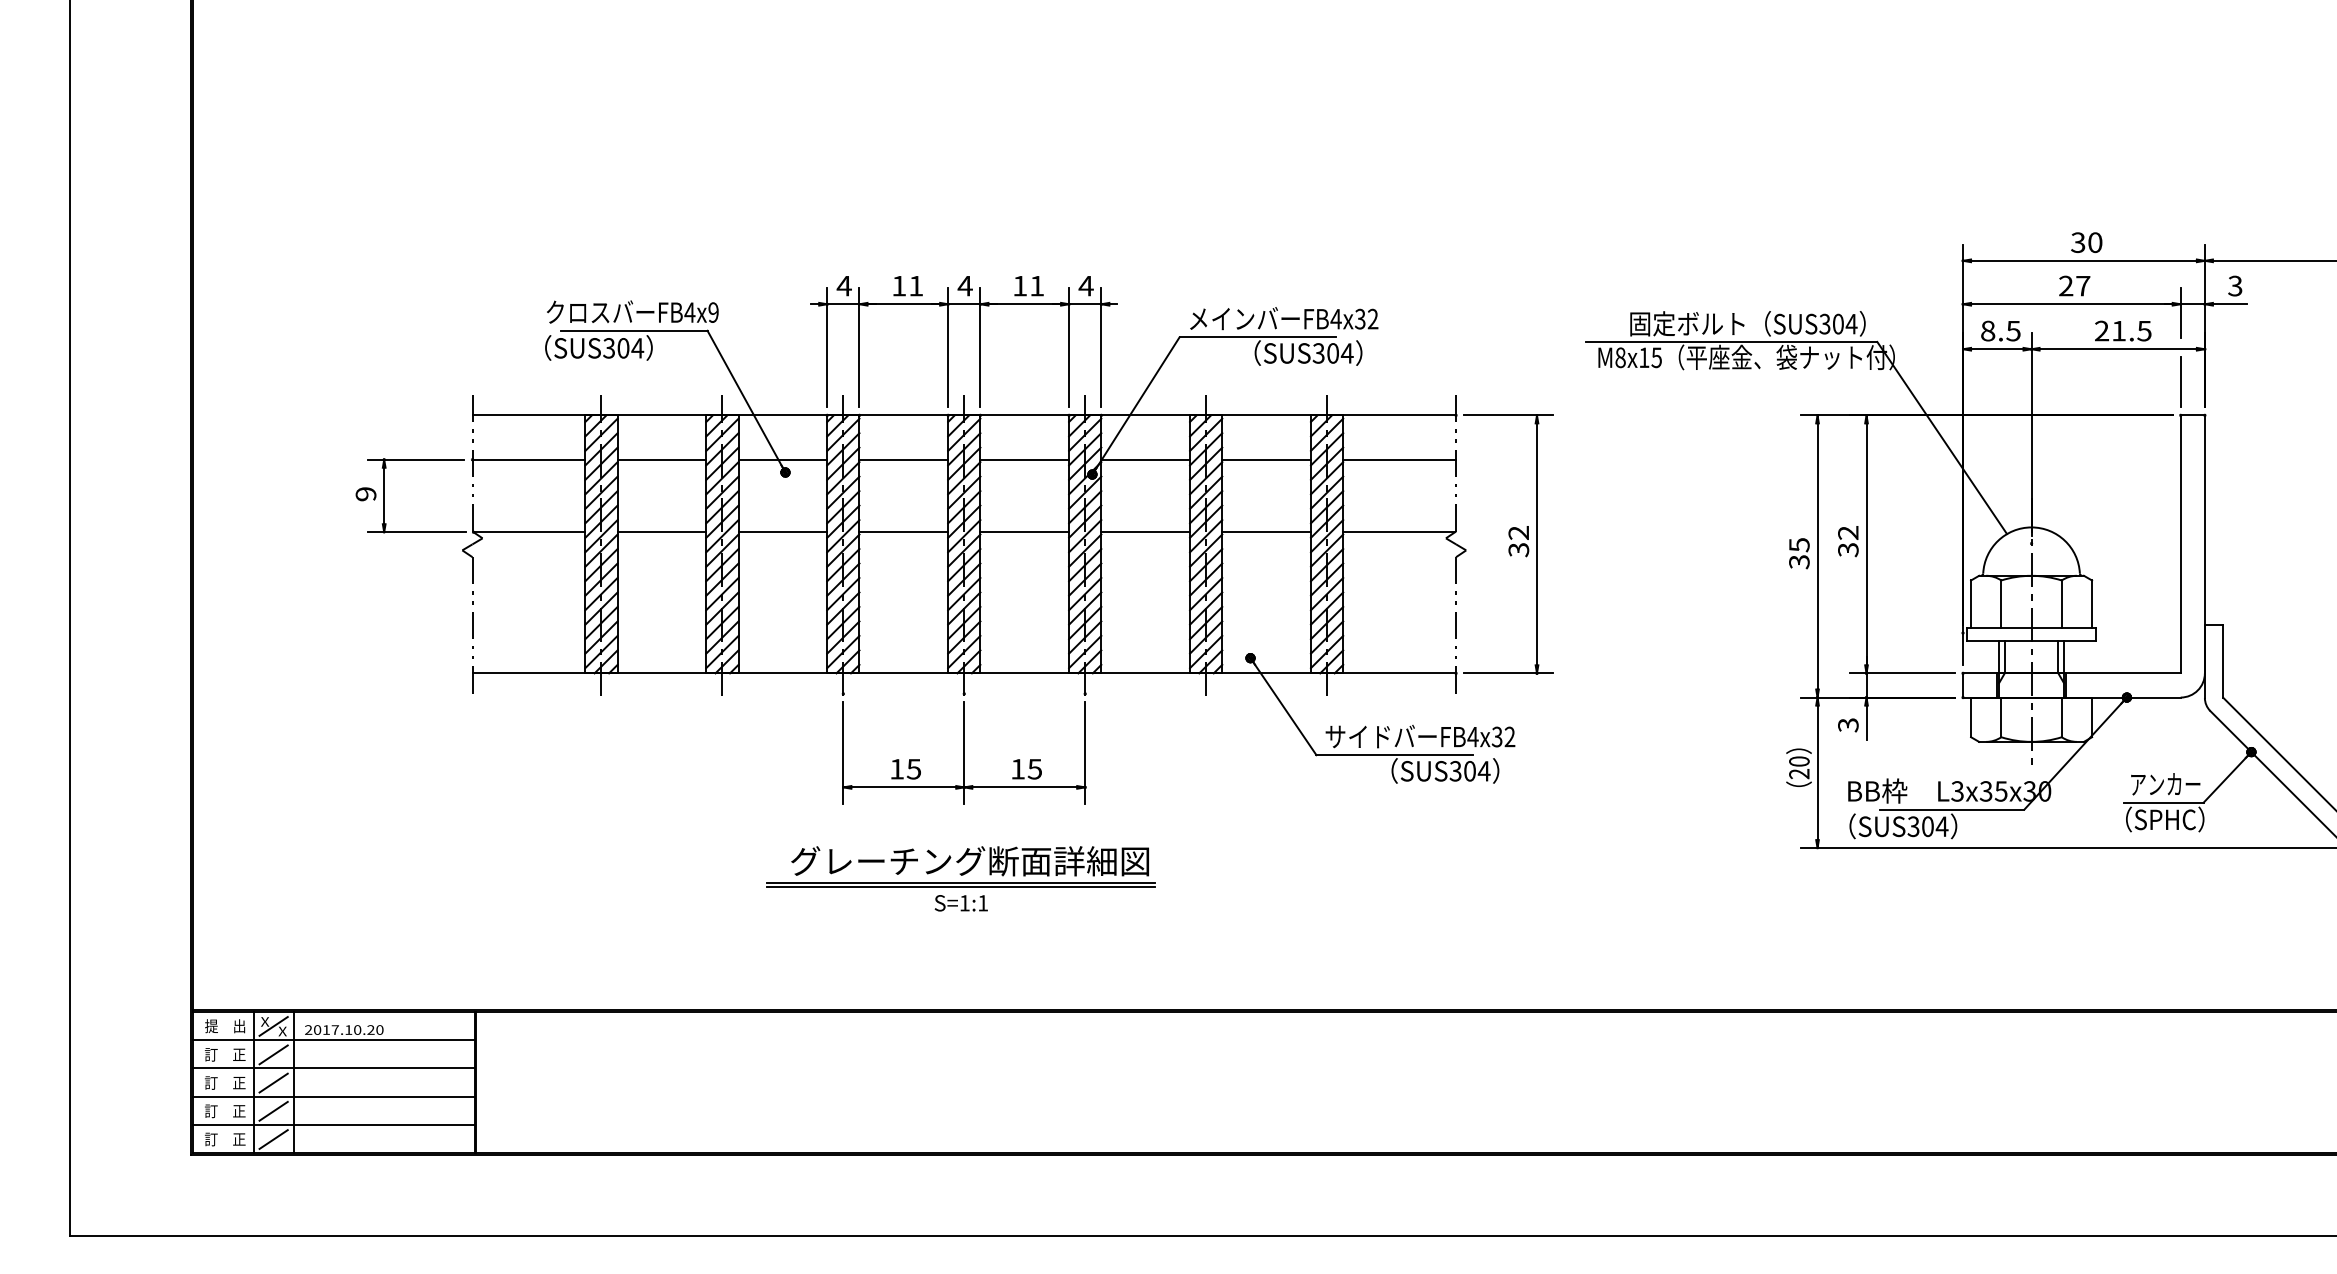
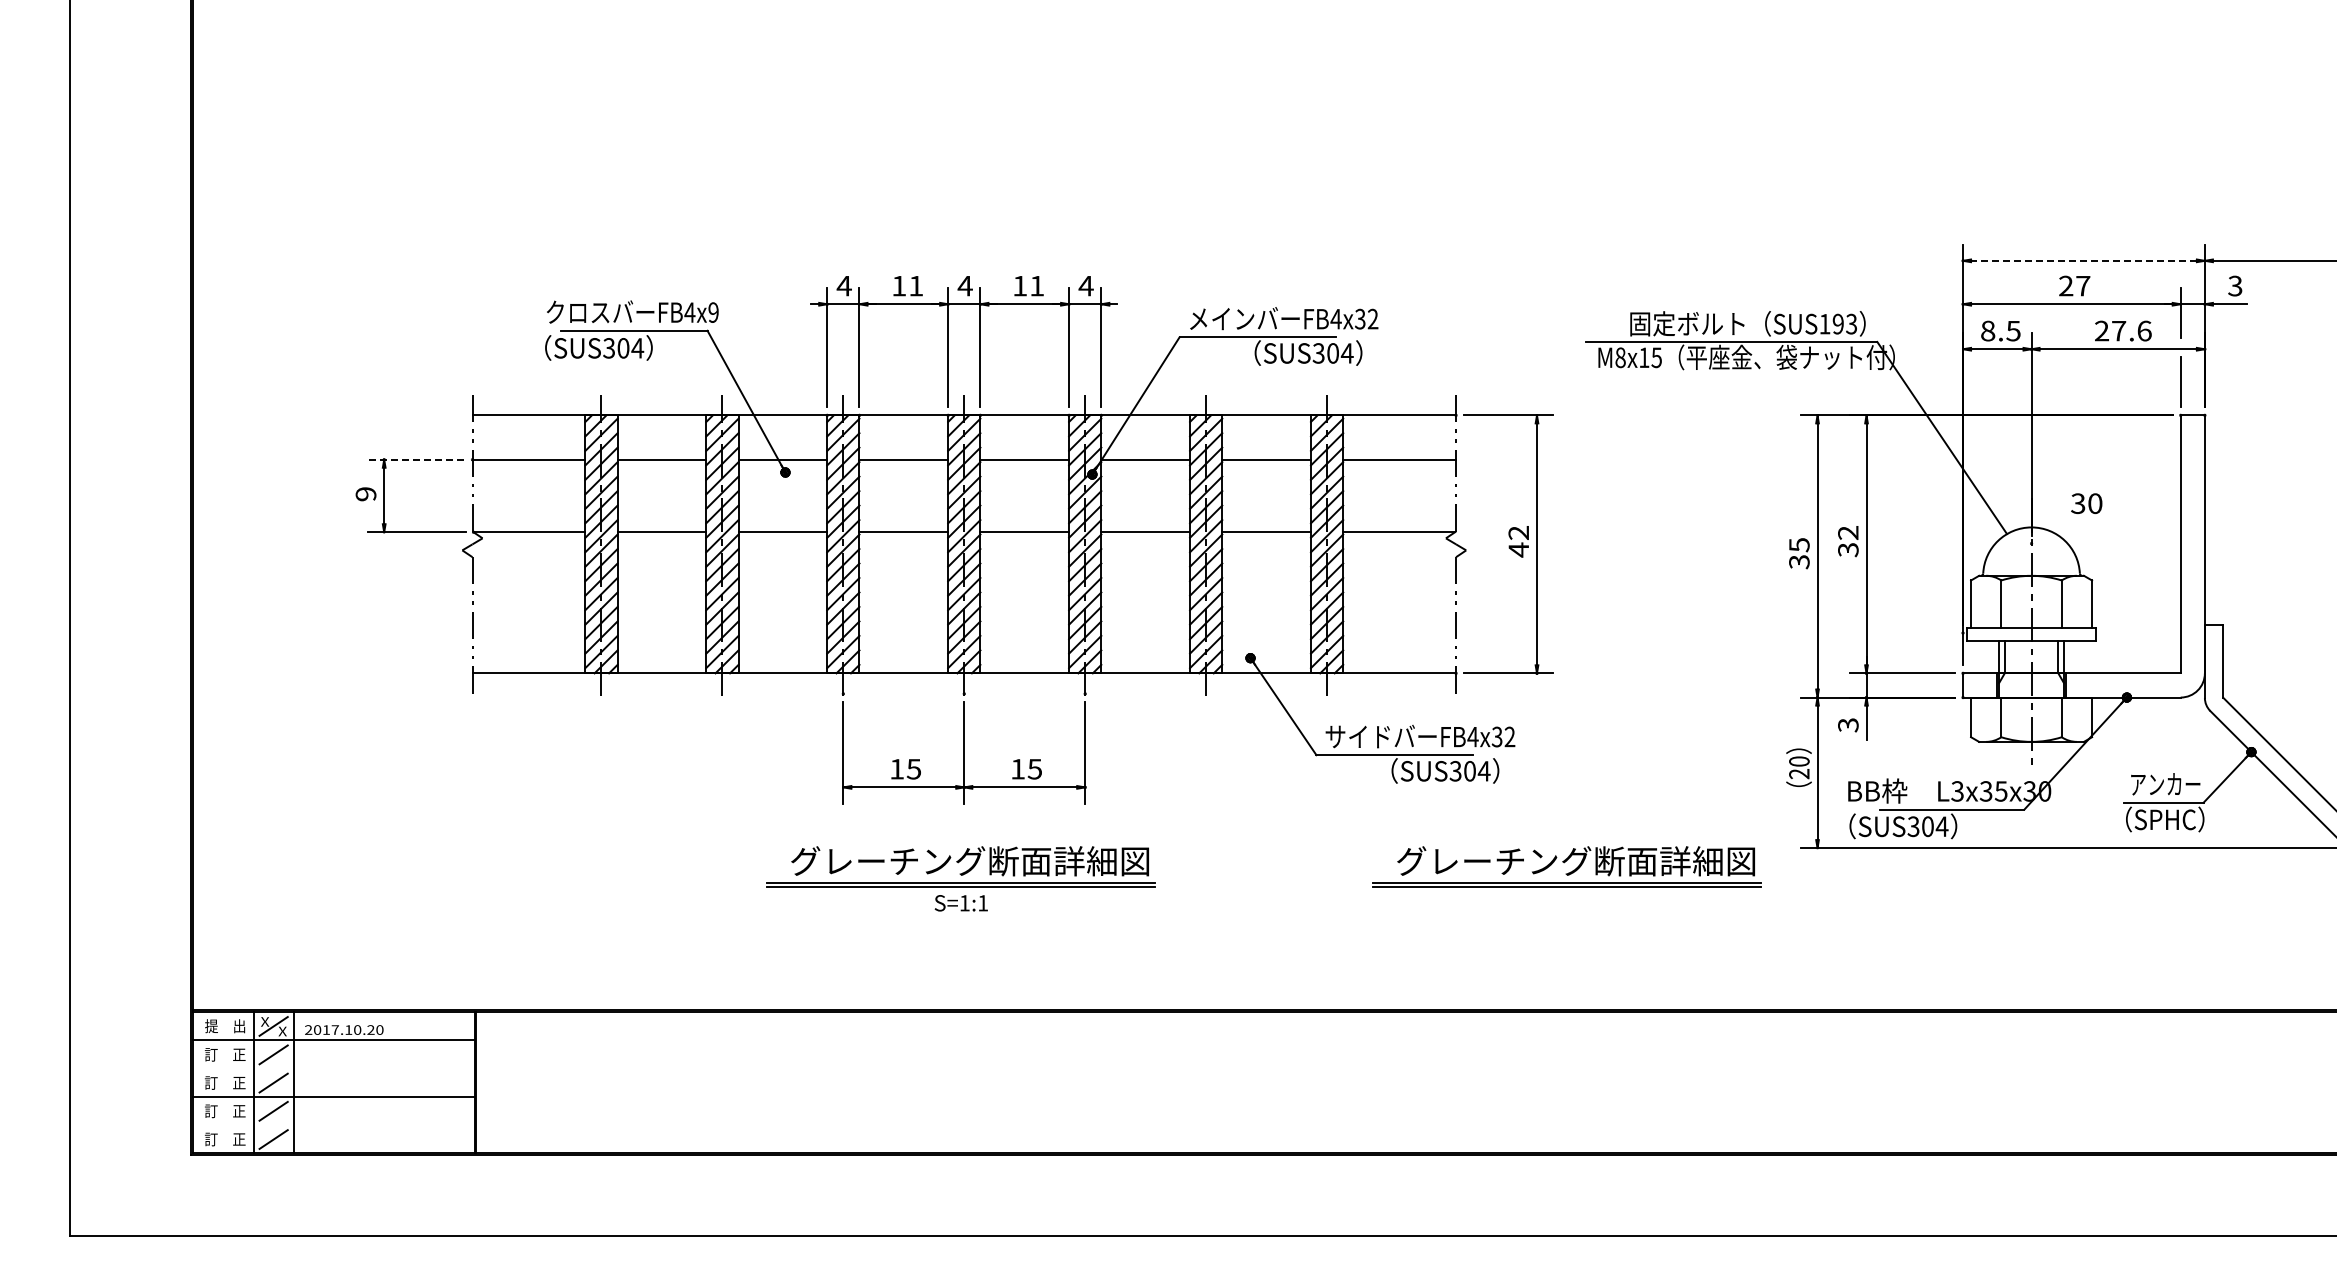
text at (2086, 242) position: (2086, 242) -> (2086, 503)
line at (2083, 260): solid -> dashed
text at (1838, 323): SUS304 -> SUS193
text at (2131, 330): 21.5 -> 27.6
line at (415, 459): solid -> dashed
text at (1518, 549): 32 -> 42
part at (1566, 866): none -> present
line at (334, 1068): present -> none
line at (334, 1124): present -> none
